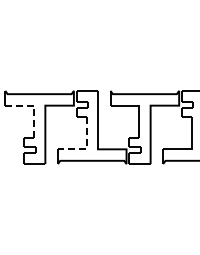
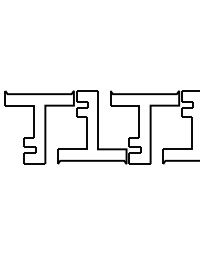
line at (33, 106): dashed -> solid
line at (86, 148): dashed -> solid
